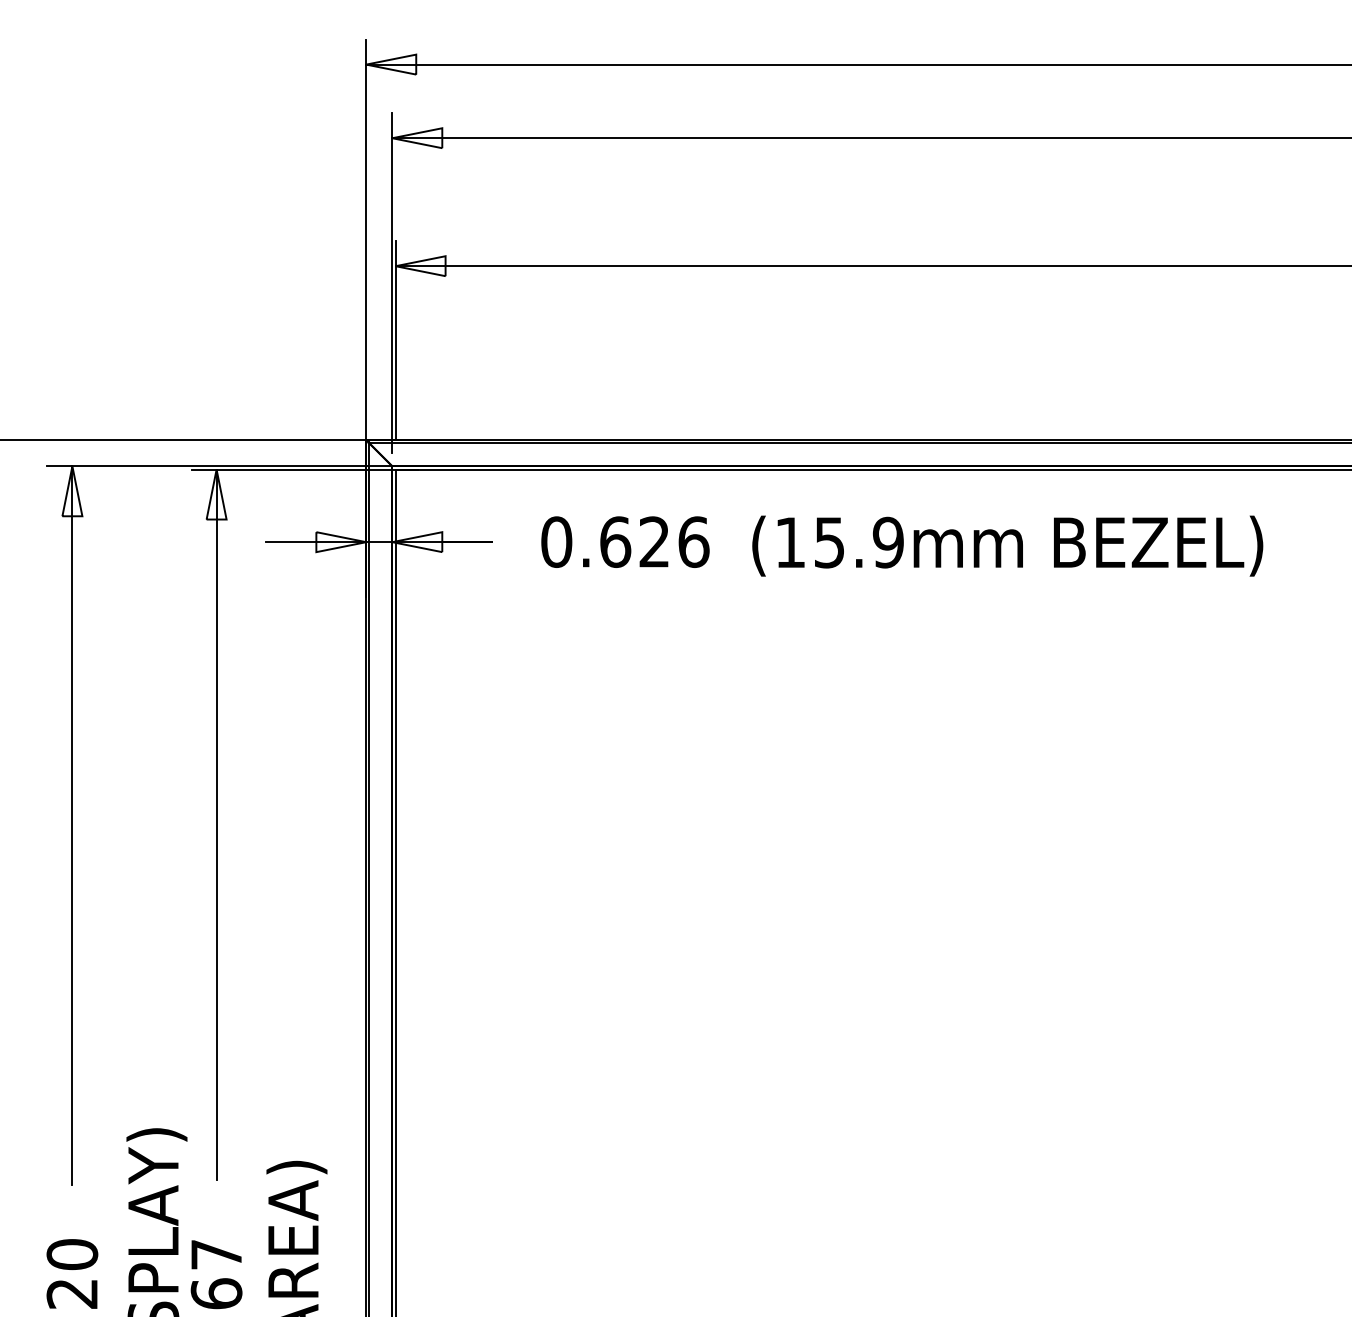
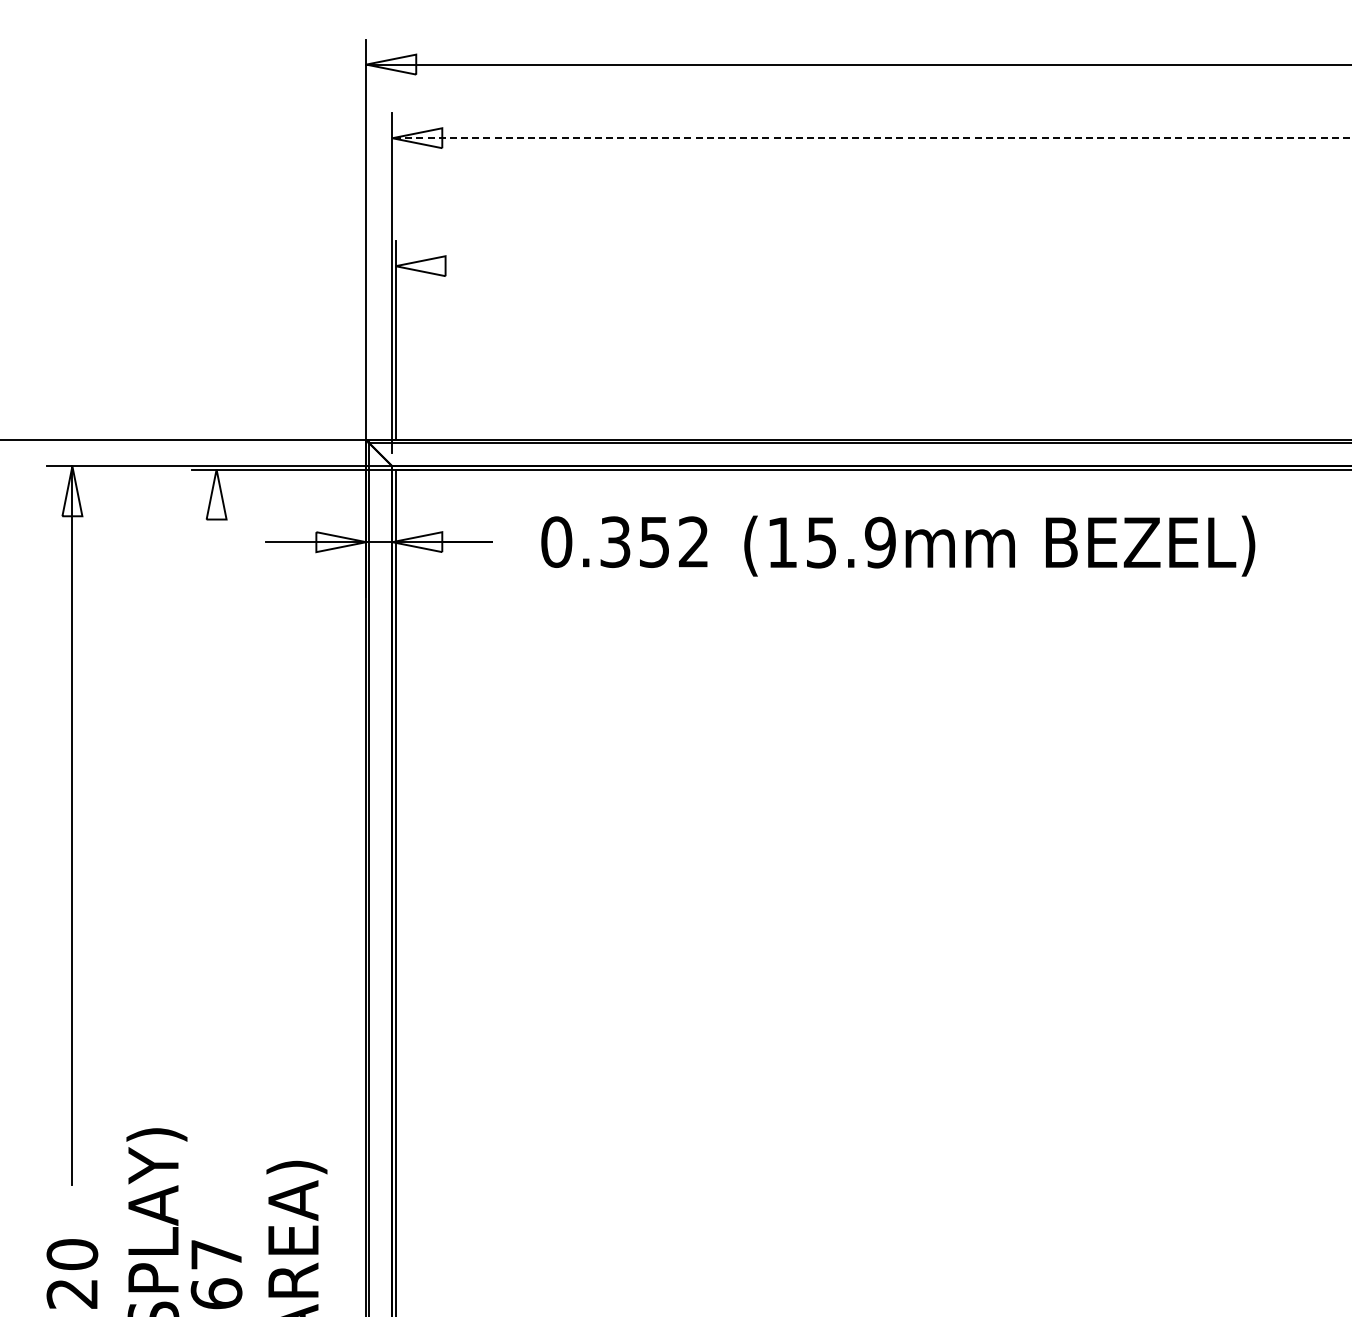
line at (871, 138): solid -> dashed
line at (871, 266): present -> none
text at (654, 541): 0.626 -> 0.352
text at (1007, 545) position: (1007, 545) -> (999, 545)
line at (216, 824): present -> none
